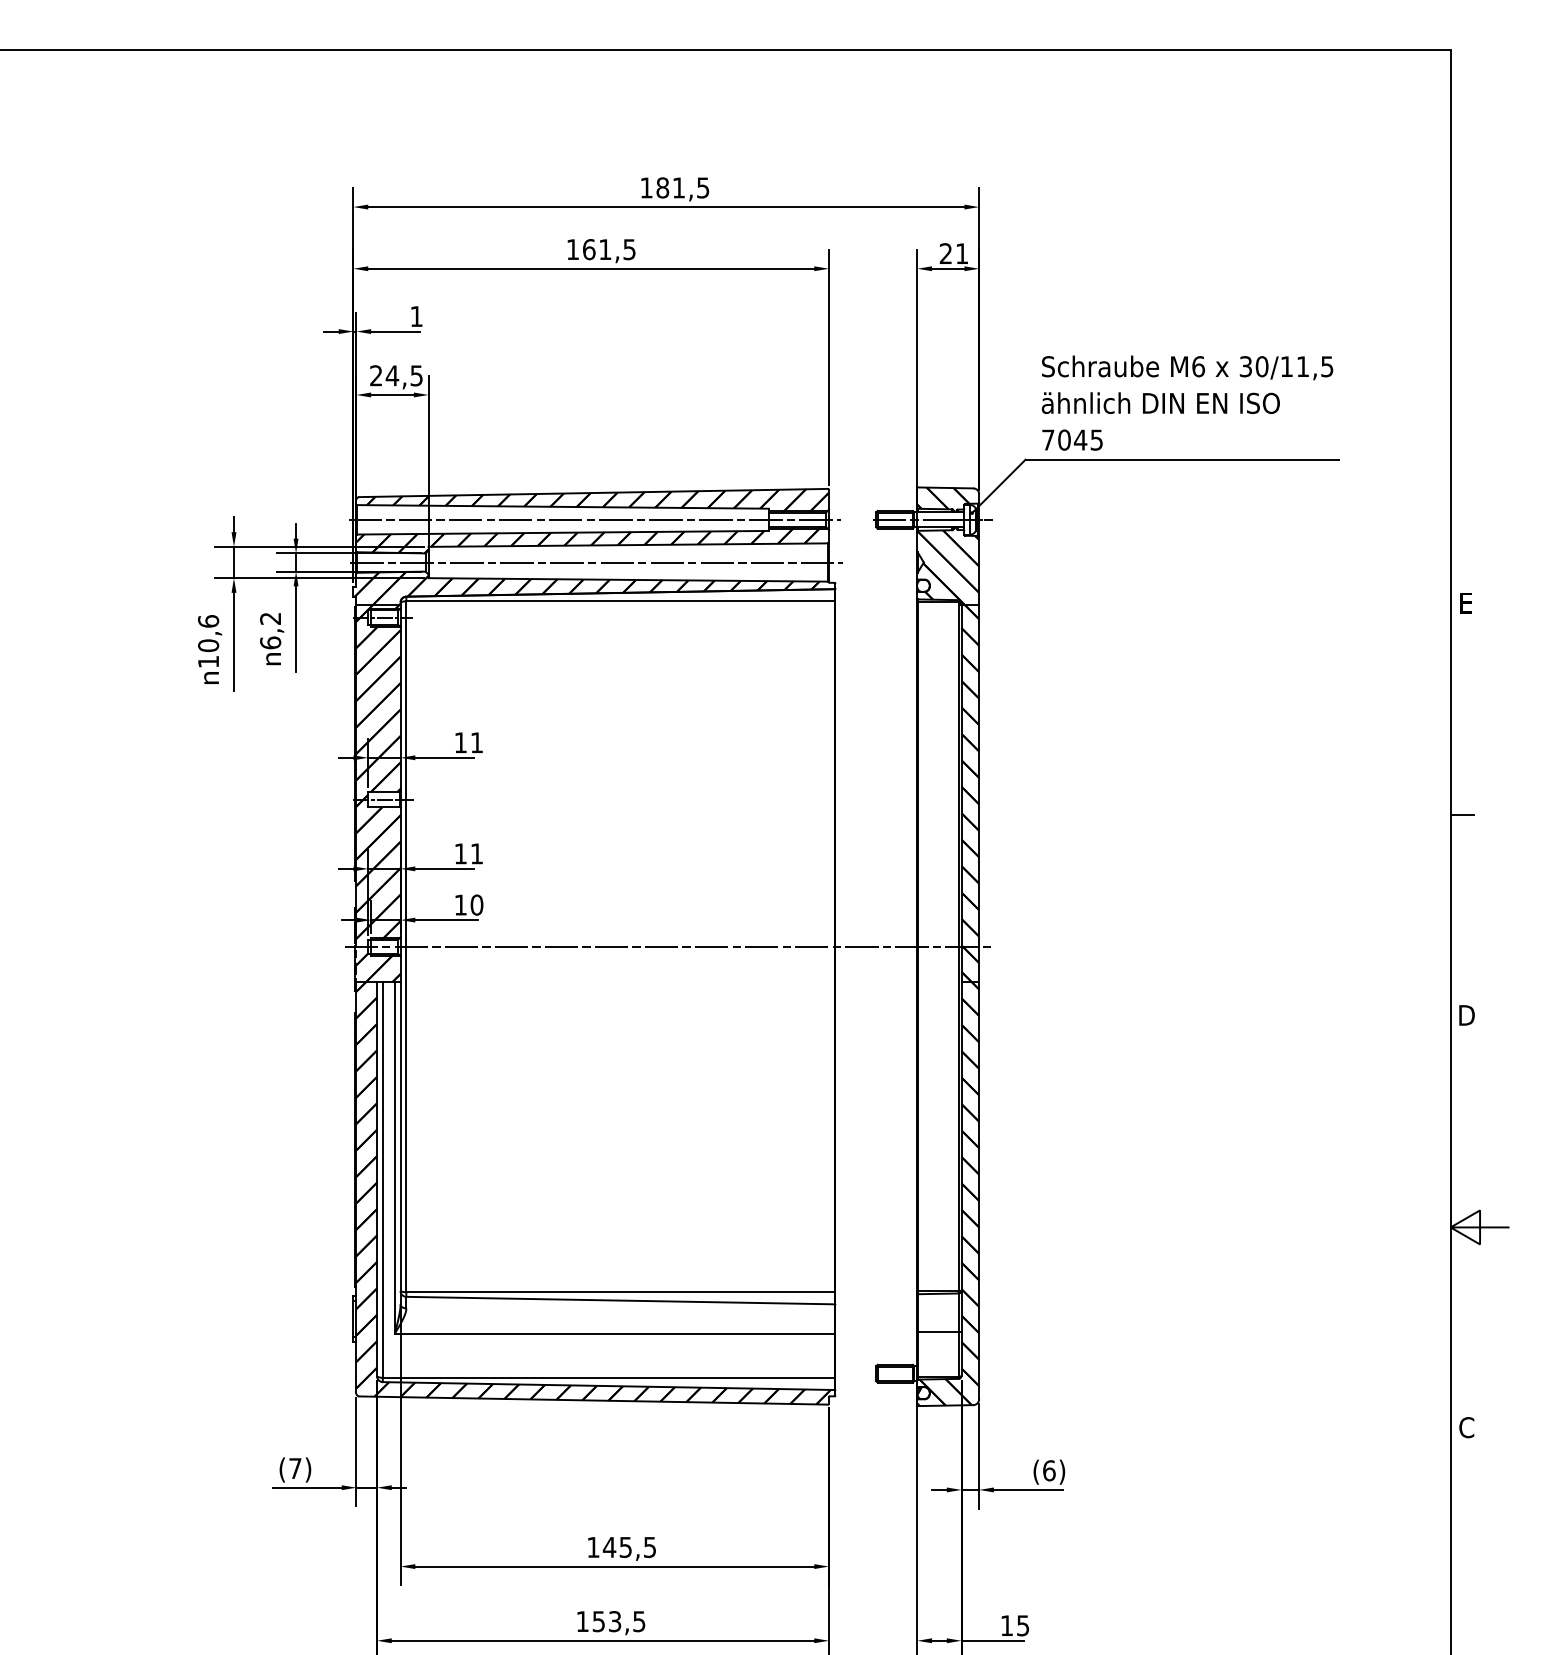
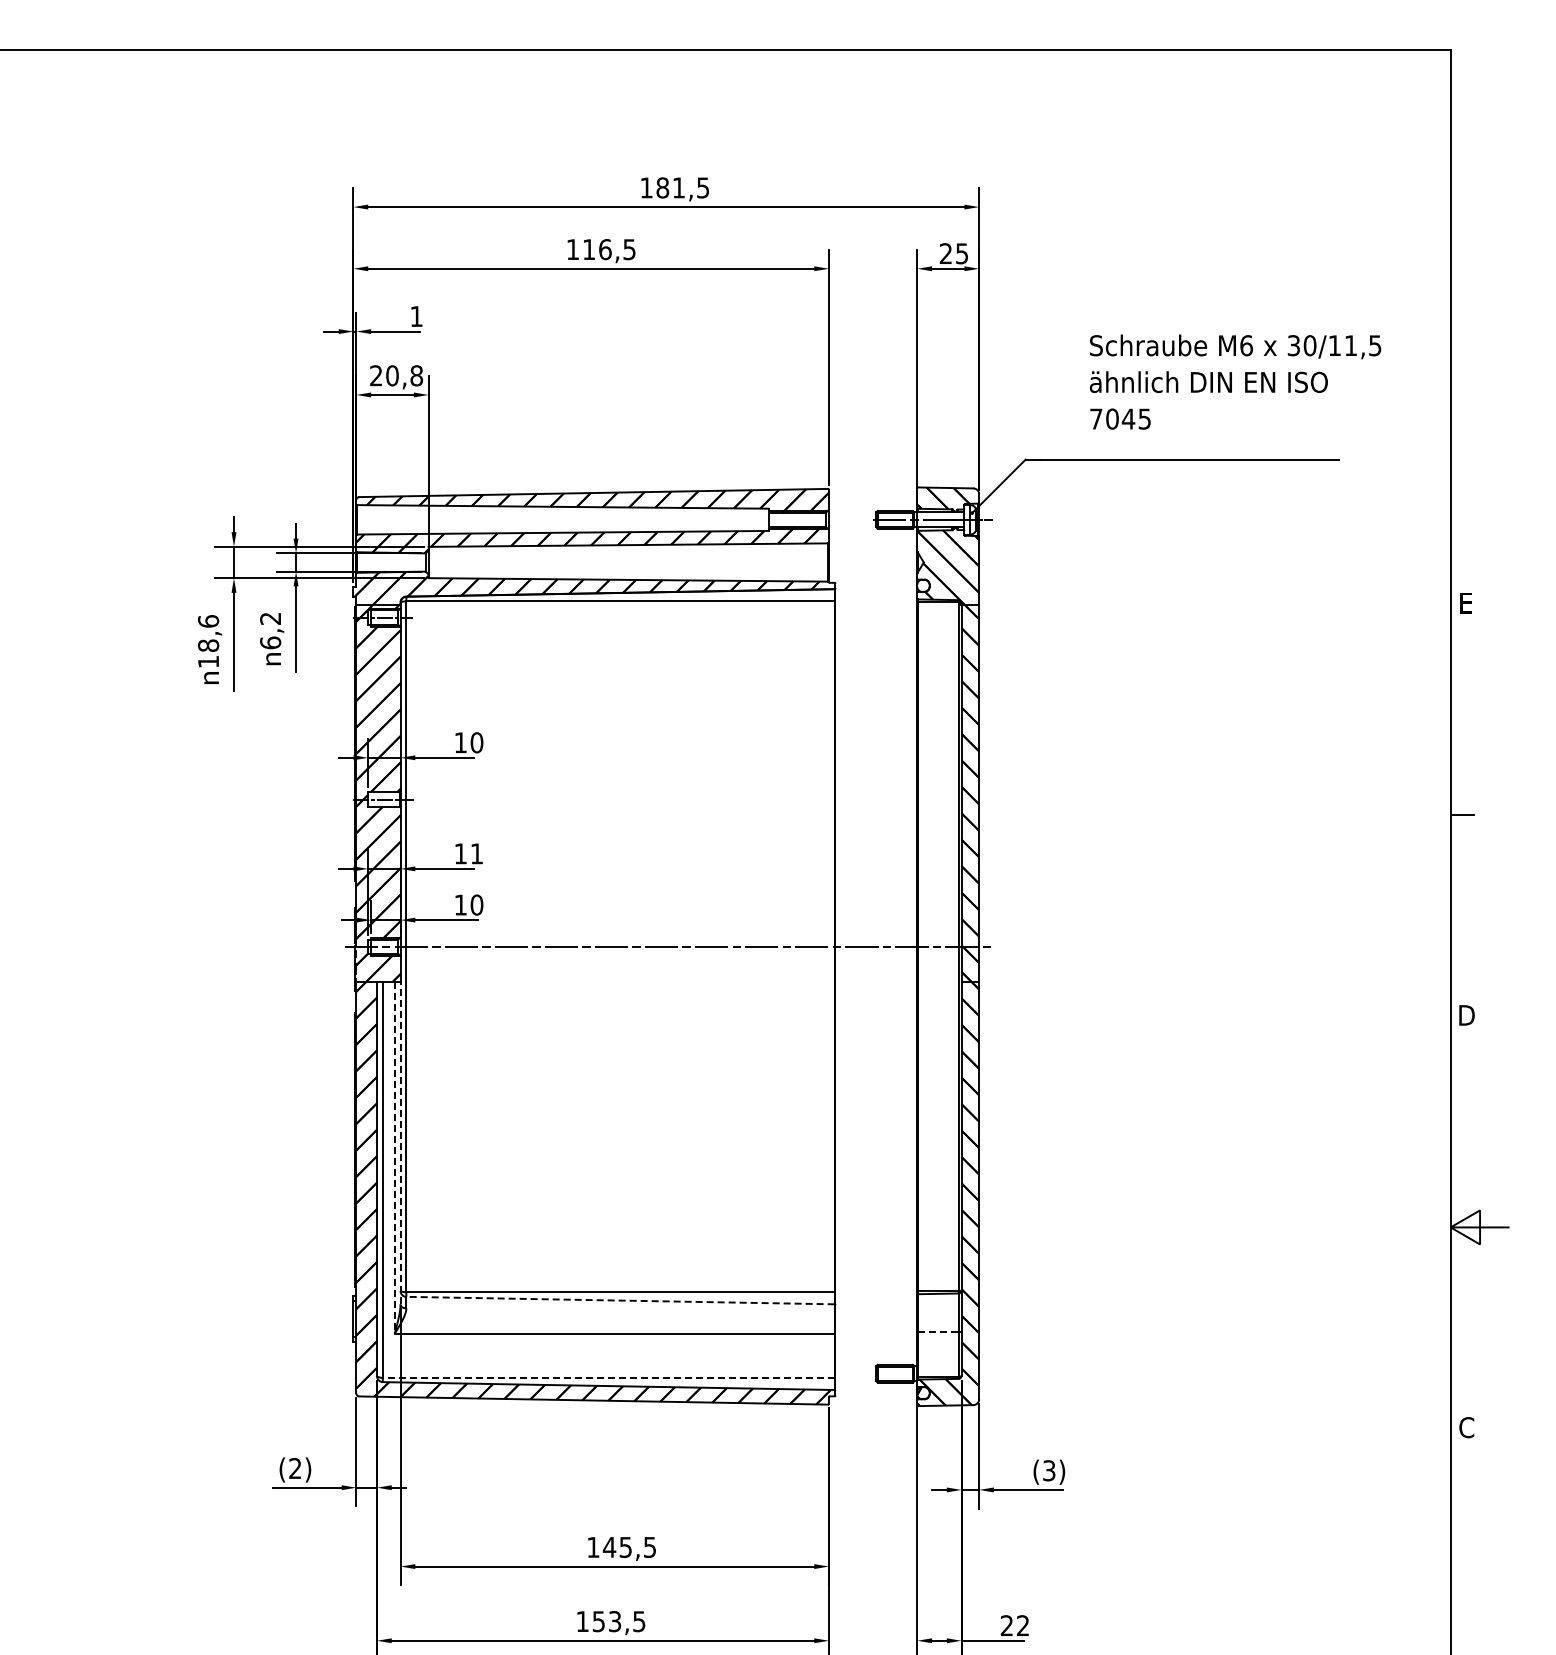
text at (597, 249): 161,5 -> 116,5
text at (962, 253): 21 -> 25
text at (404, 375): 24,5 -> 20,8
text at (1187, 402) position: (1187, 402) -> (1235, 381)
line at (594, 519): present -> none
line at (596, 562): present -> none
text at (208, 645): 10,6 -> 18,6
text at (476, 742): 11 -> 10
line at (400, 1142): solid -> dashed
line at (394, 1157): solid -> dashed
line at (620, 1300): solid -> dashed
line at (938, 1332): solid -> dashed
line at (608, 1378): solid -> dashed
text at (295, 1468): (7) -> (2)
text at (1049, 1470): (6) -> (3)
text at (1014, 1625): 15 -> 22
